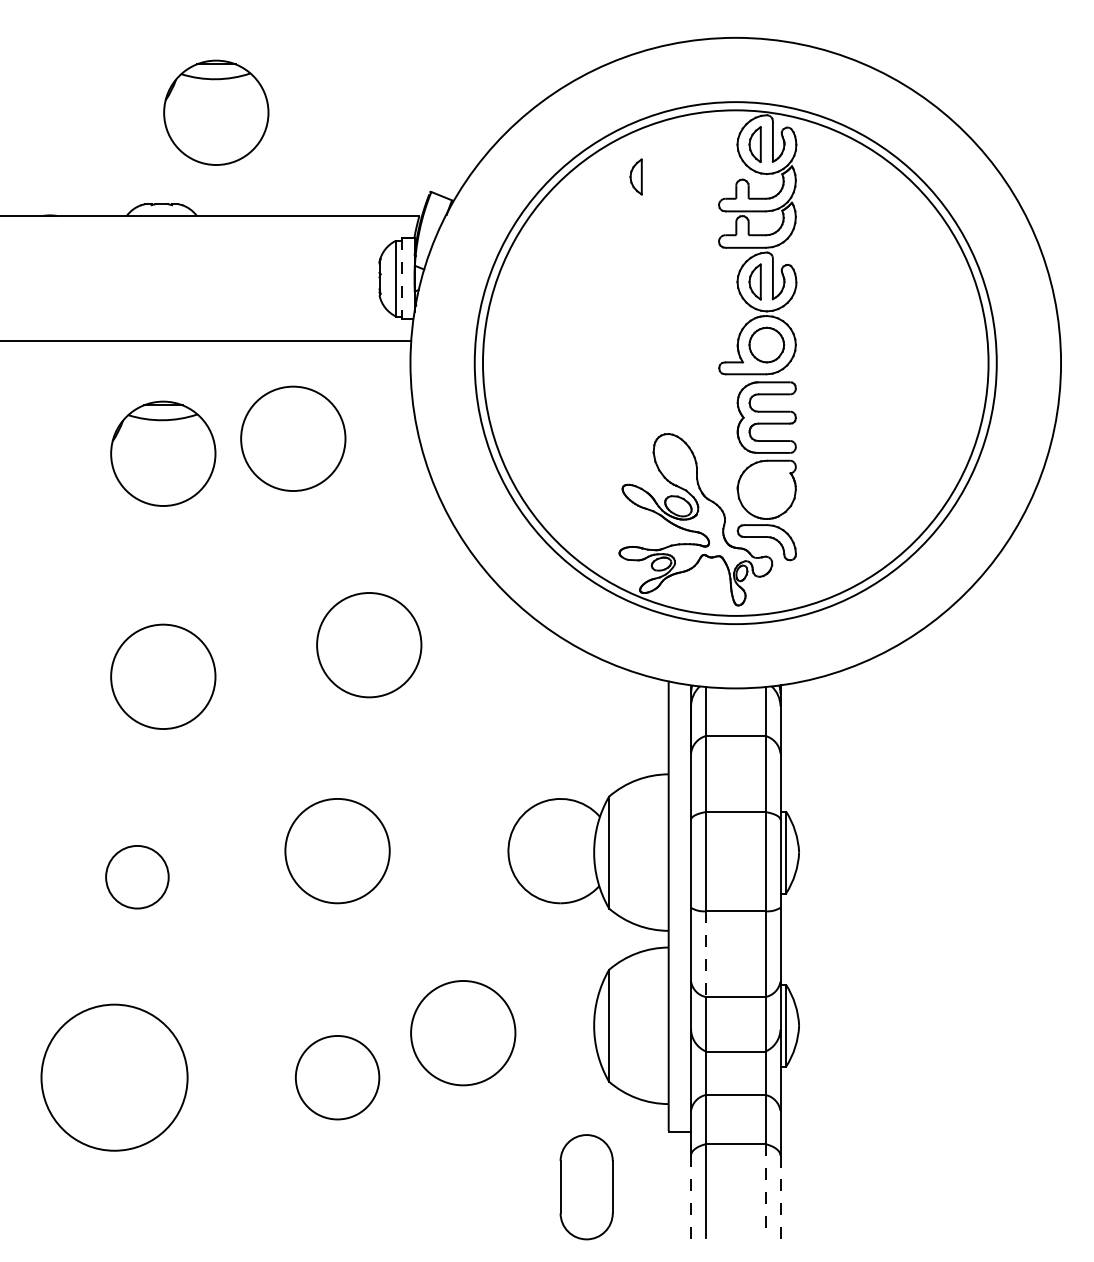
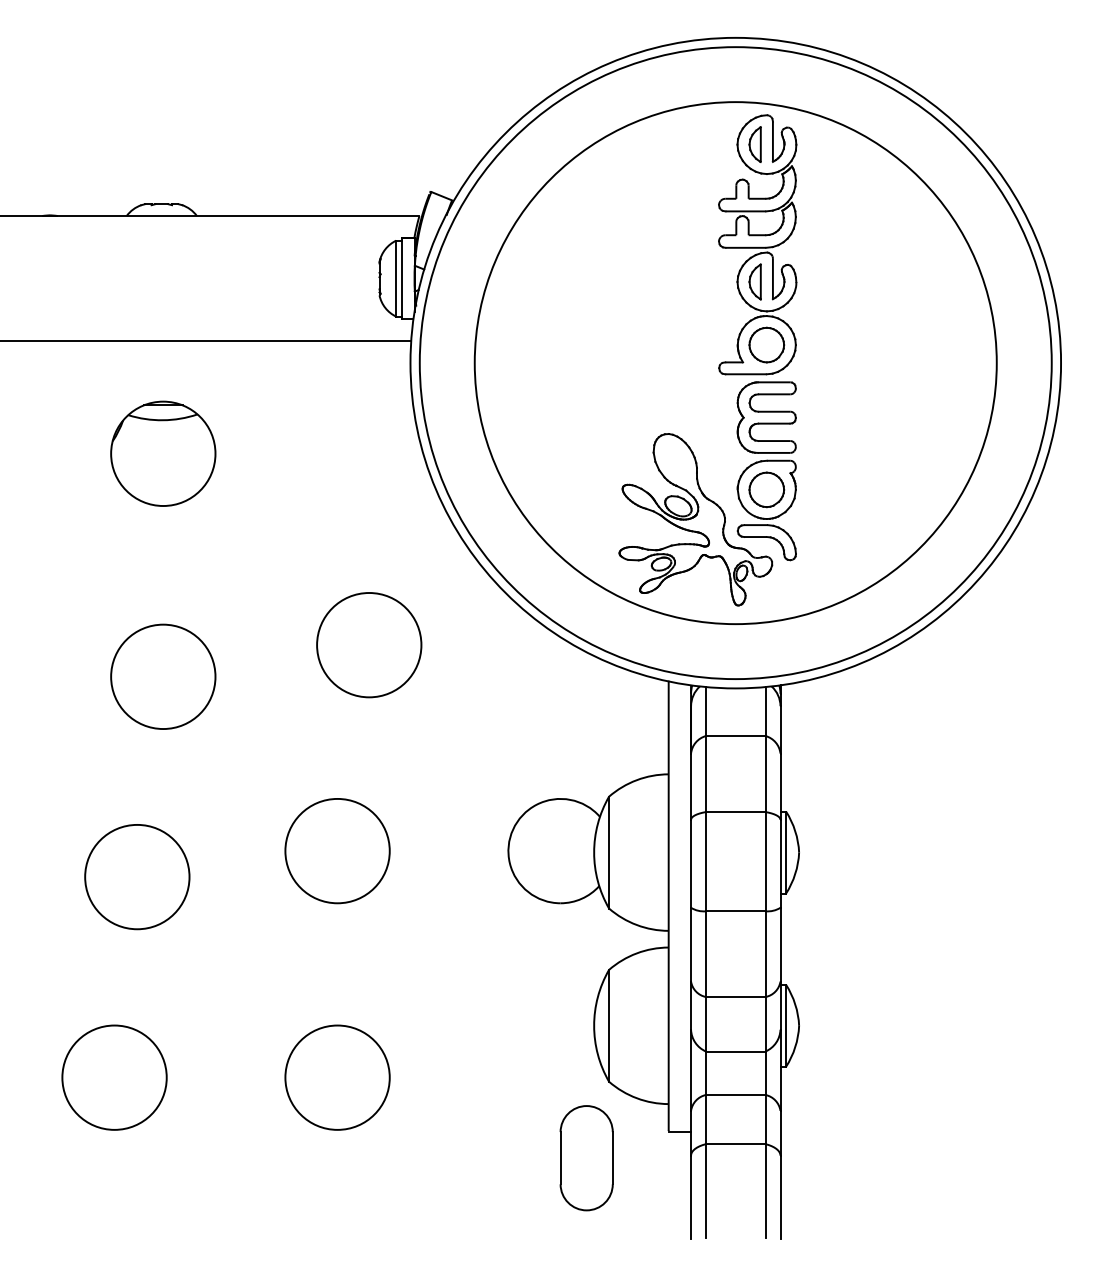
part at (216, 112): present -> none
part at (635, 176): present -> none
line at (401, 278): dashed -> solid
circle at (735, 362) diameter: 506 px -> 632 px
circle at (293, 438): present -> none
part at (766, 489): none -> present
circle at (137, 877) size: 65x65 px -> 107x107 px
line at (705, 954): dashed -> solid
circle at (463, 1033): present -> none
circle at (114, 1077) diameter: 146 px -> 104 px
circle at (337, 1077) diameter: 83 px -> 104 px
part at (586, 1187) position: (586, 1187) -> (586, 1158)
line at (765, 1191): dashed -> solid
line at (691, 1197): dashed -> solid
line at (780, 1197): dashed -> solid
